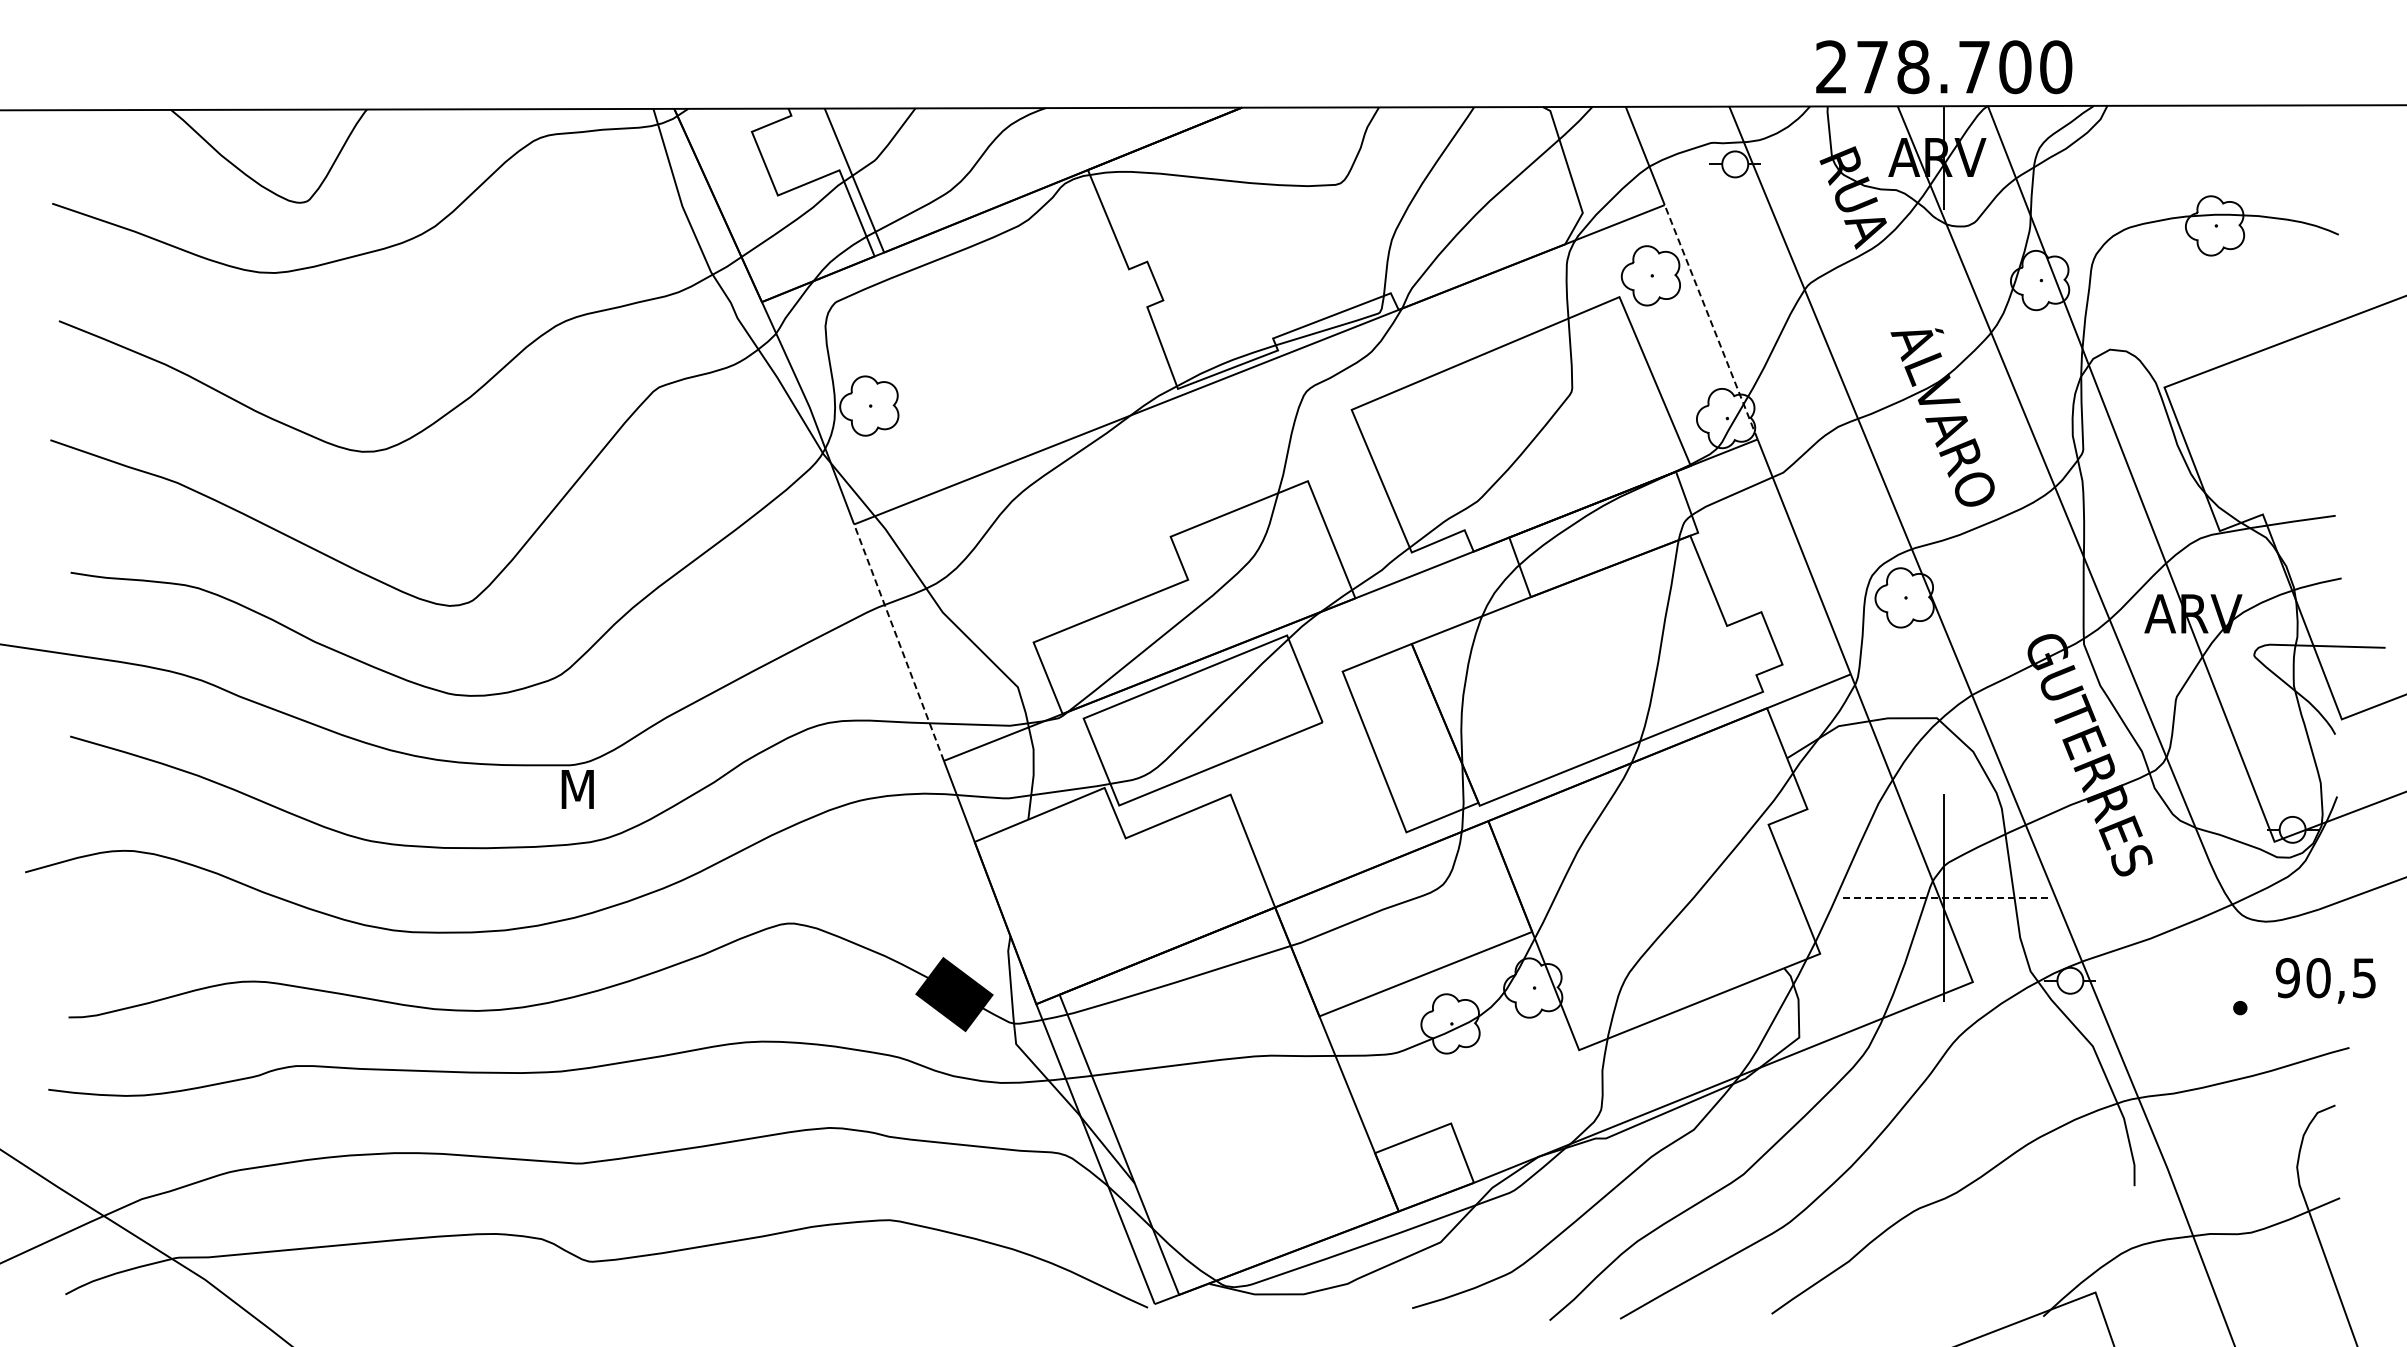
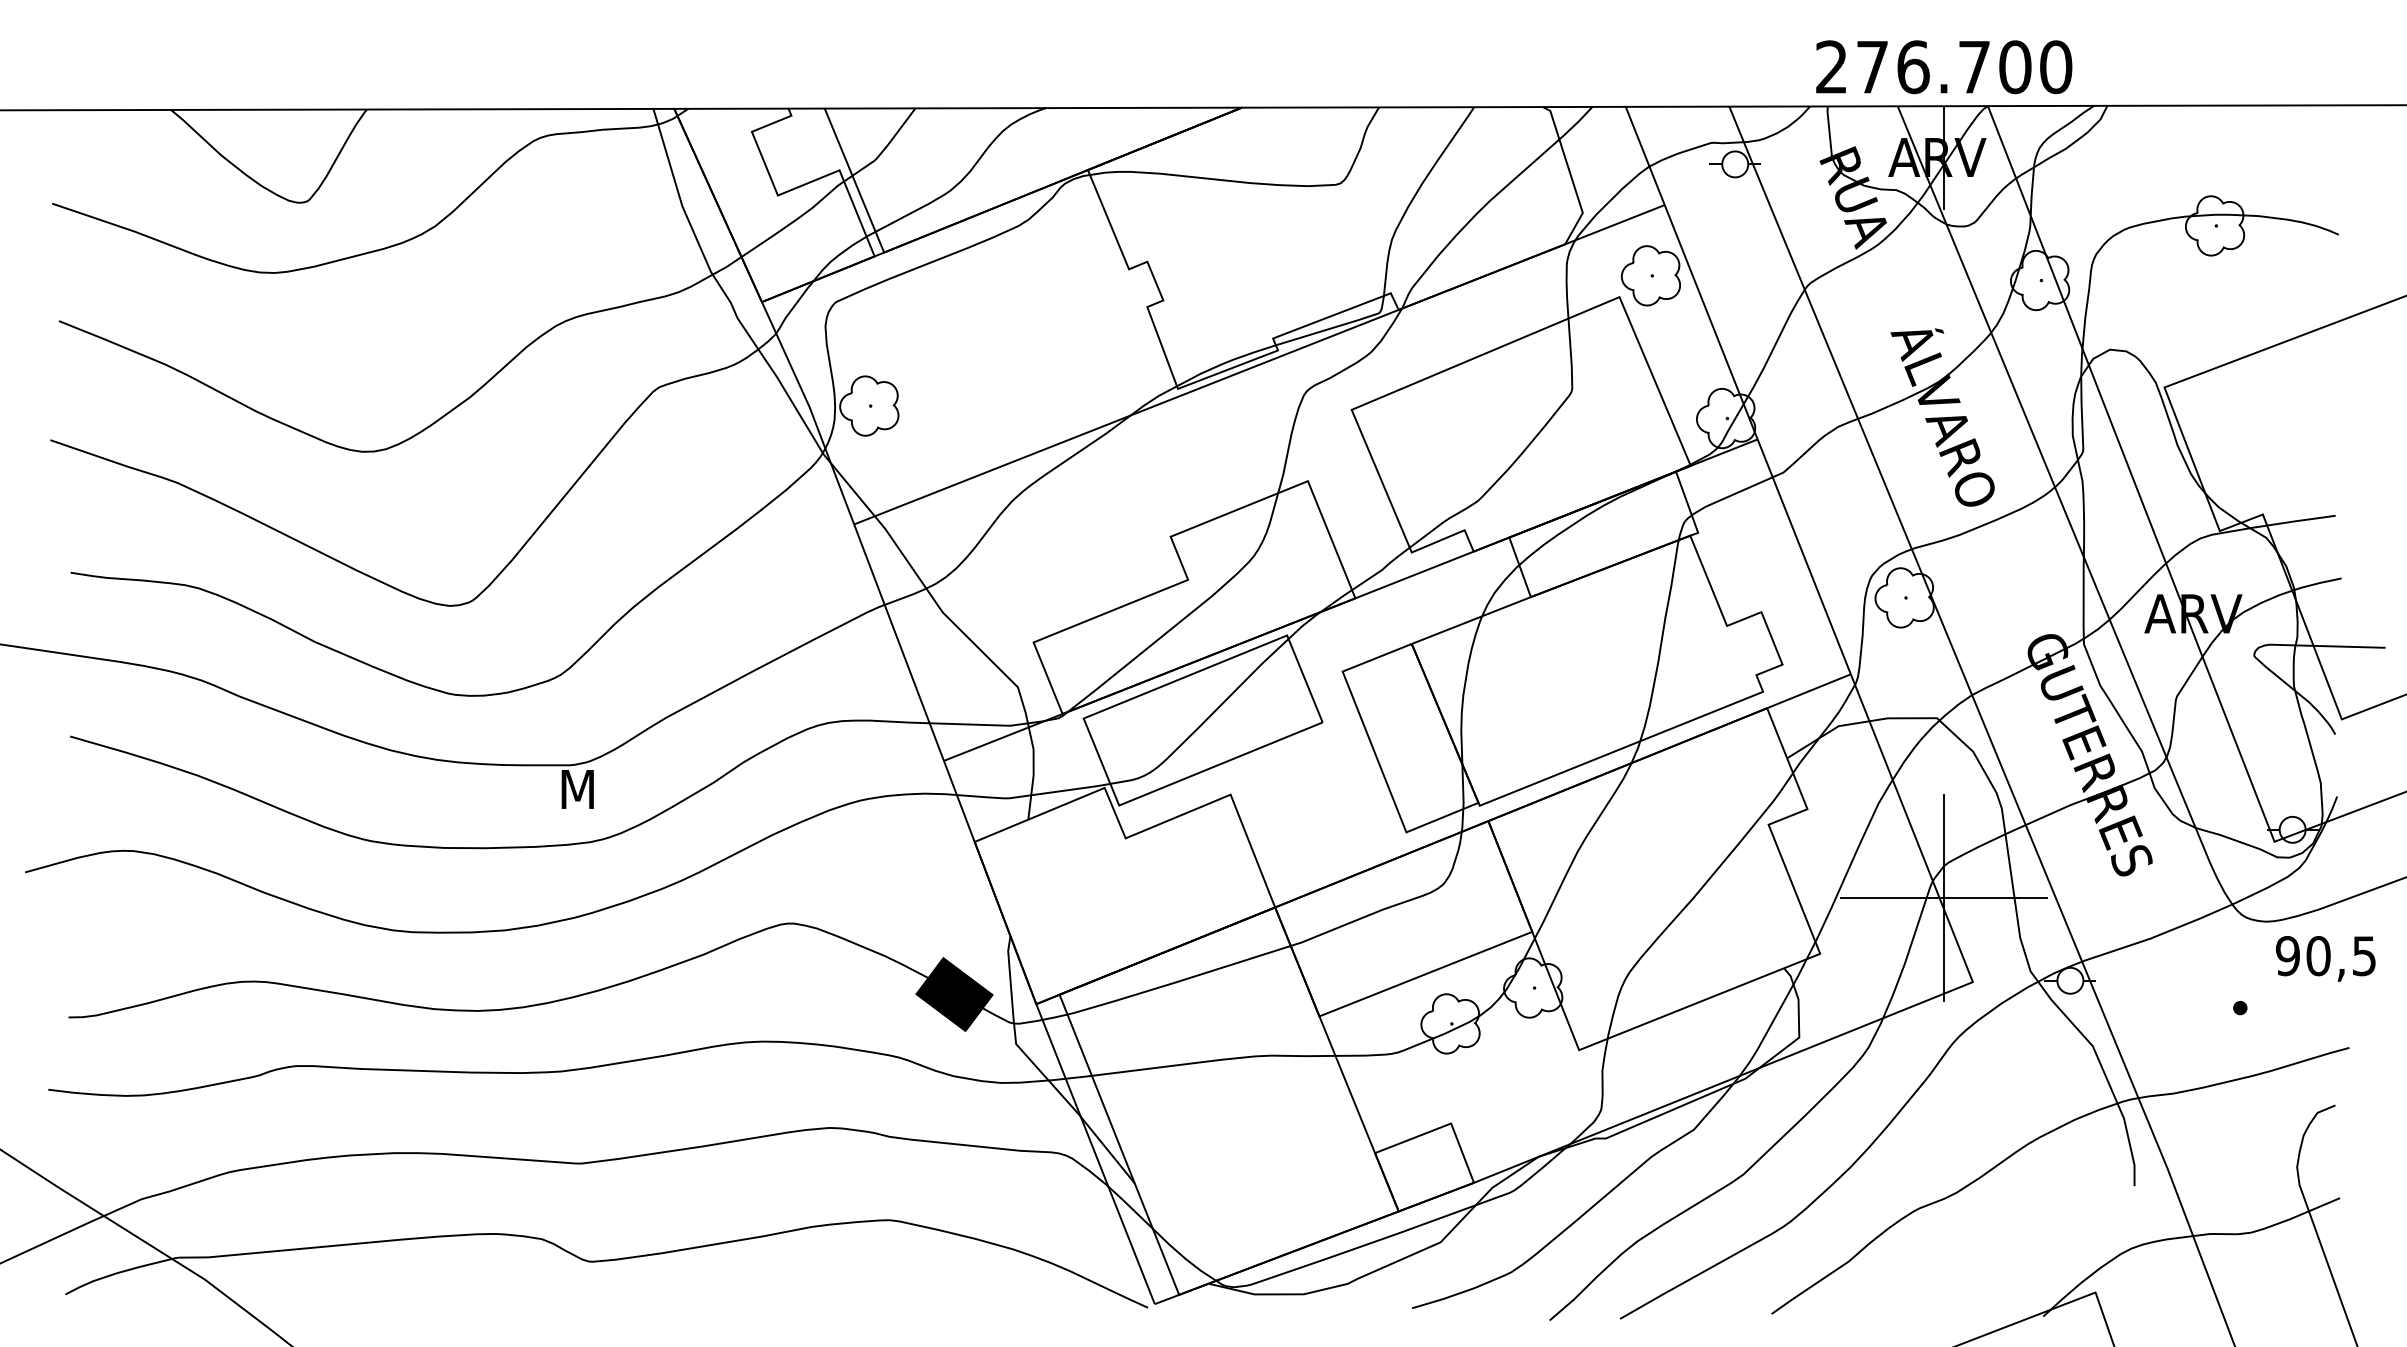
text at (1913, 67): 278.700 -> 276.700
line at (1711, 321): dashed -> solid
line at (898, 642): dashed -> solid
line at (1944, 897): dashed -> solid
text at (2325, 980) position: (2325, 980) -> (2325, 958)
